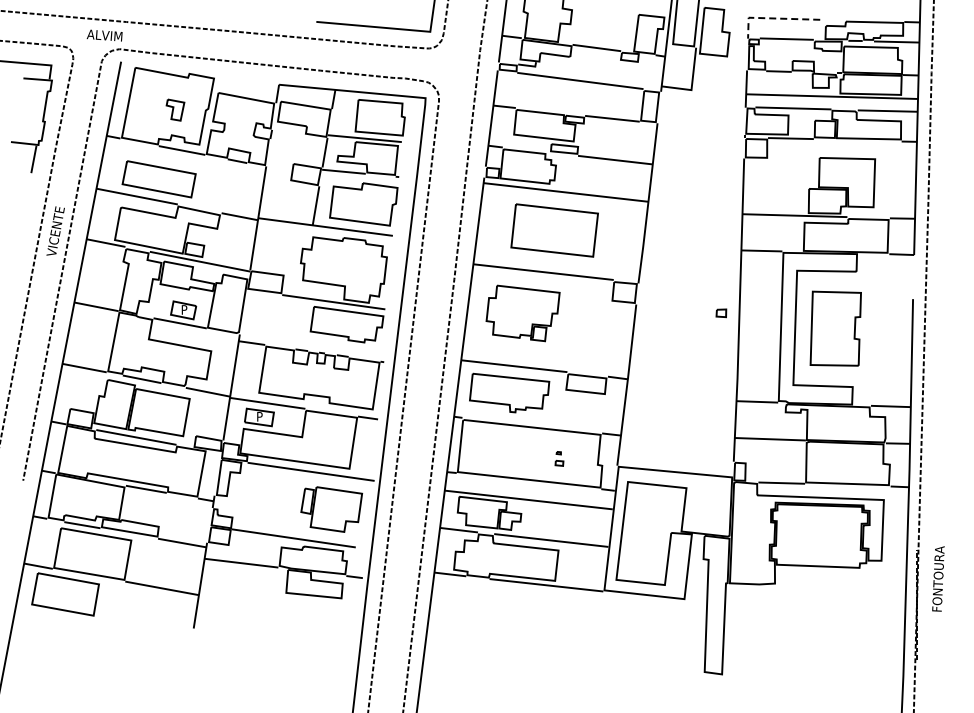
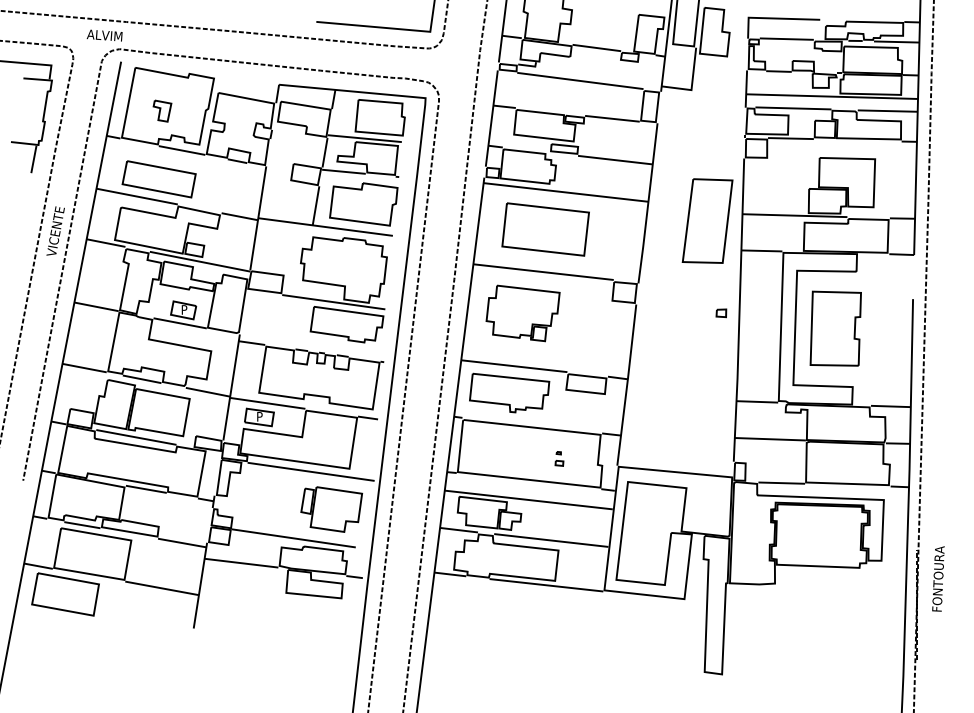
line at (773, 18): dashed -> solid
part at (175, 109) position: (175, 109) -> (162, 110)
part at (707, 220): none -> present
part at (554, 230) position: (554, 230) -> (545, 229)
